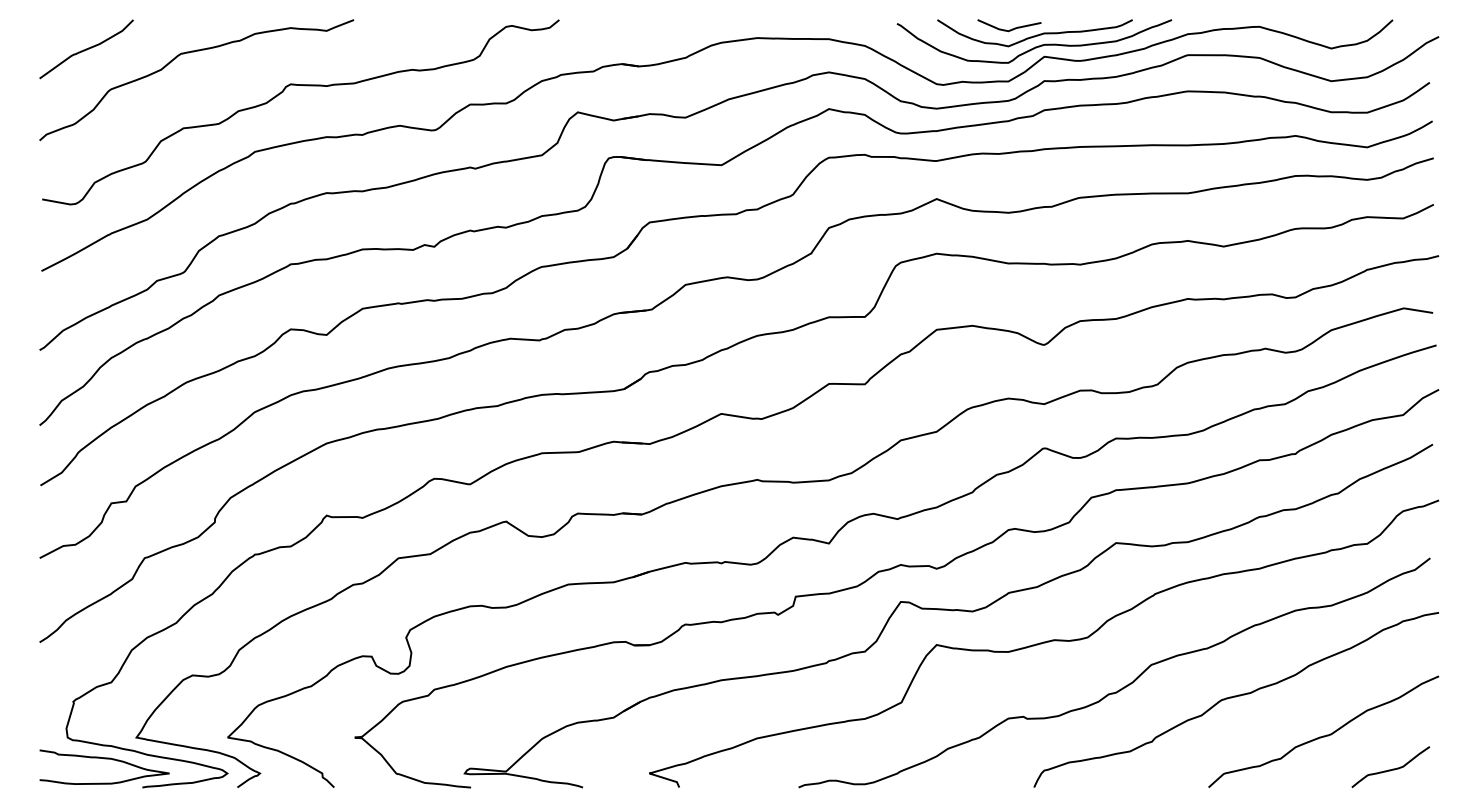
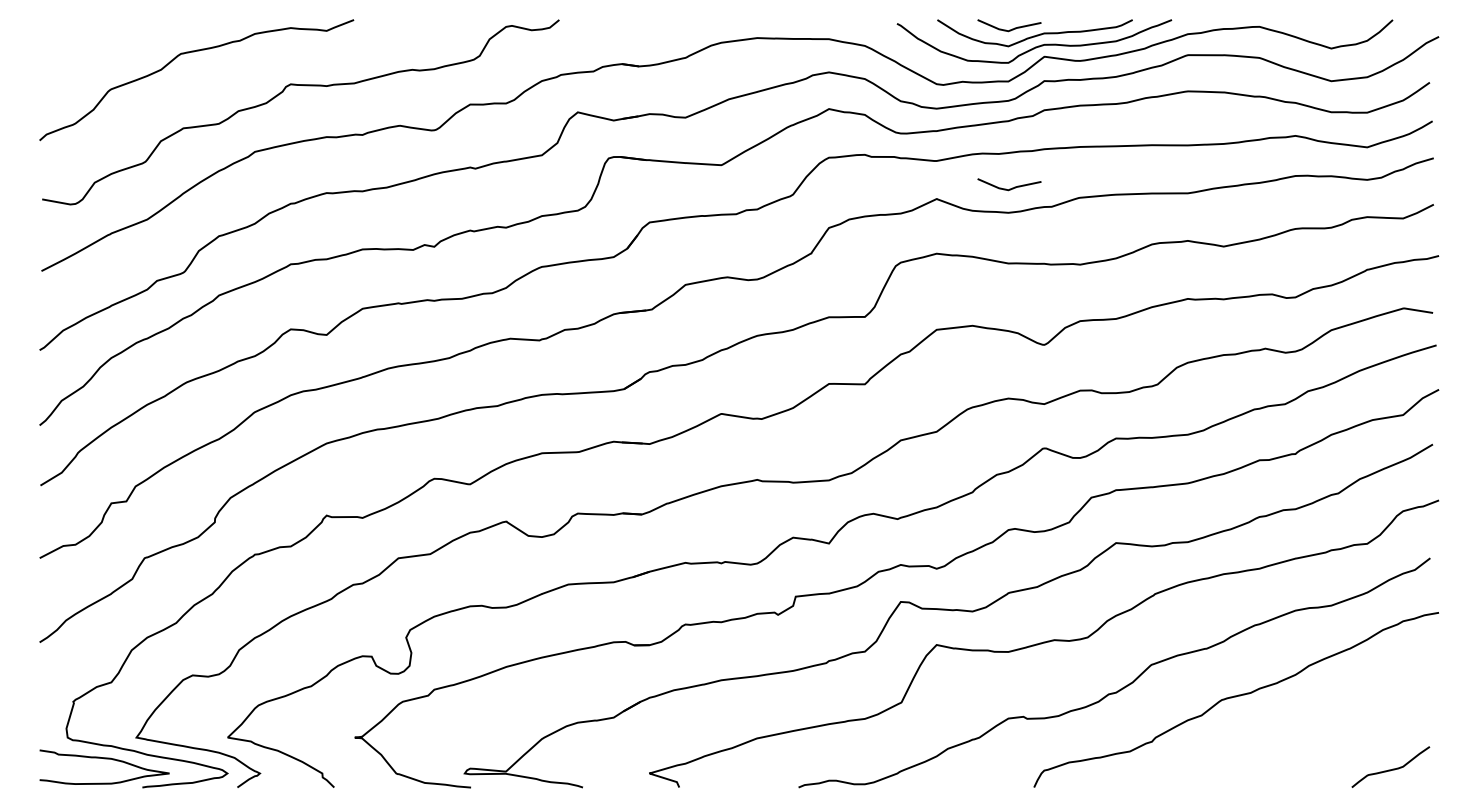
curve at (86, 49): present -> none
line at (1009, 188): none -> present
curve at (1323, 735): present -> none
